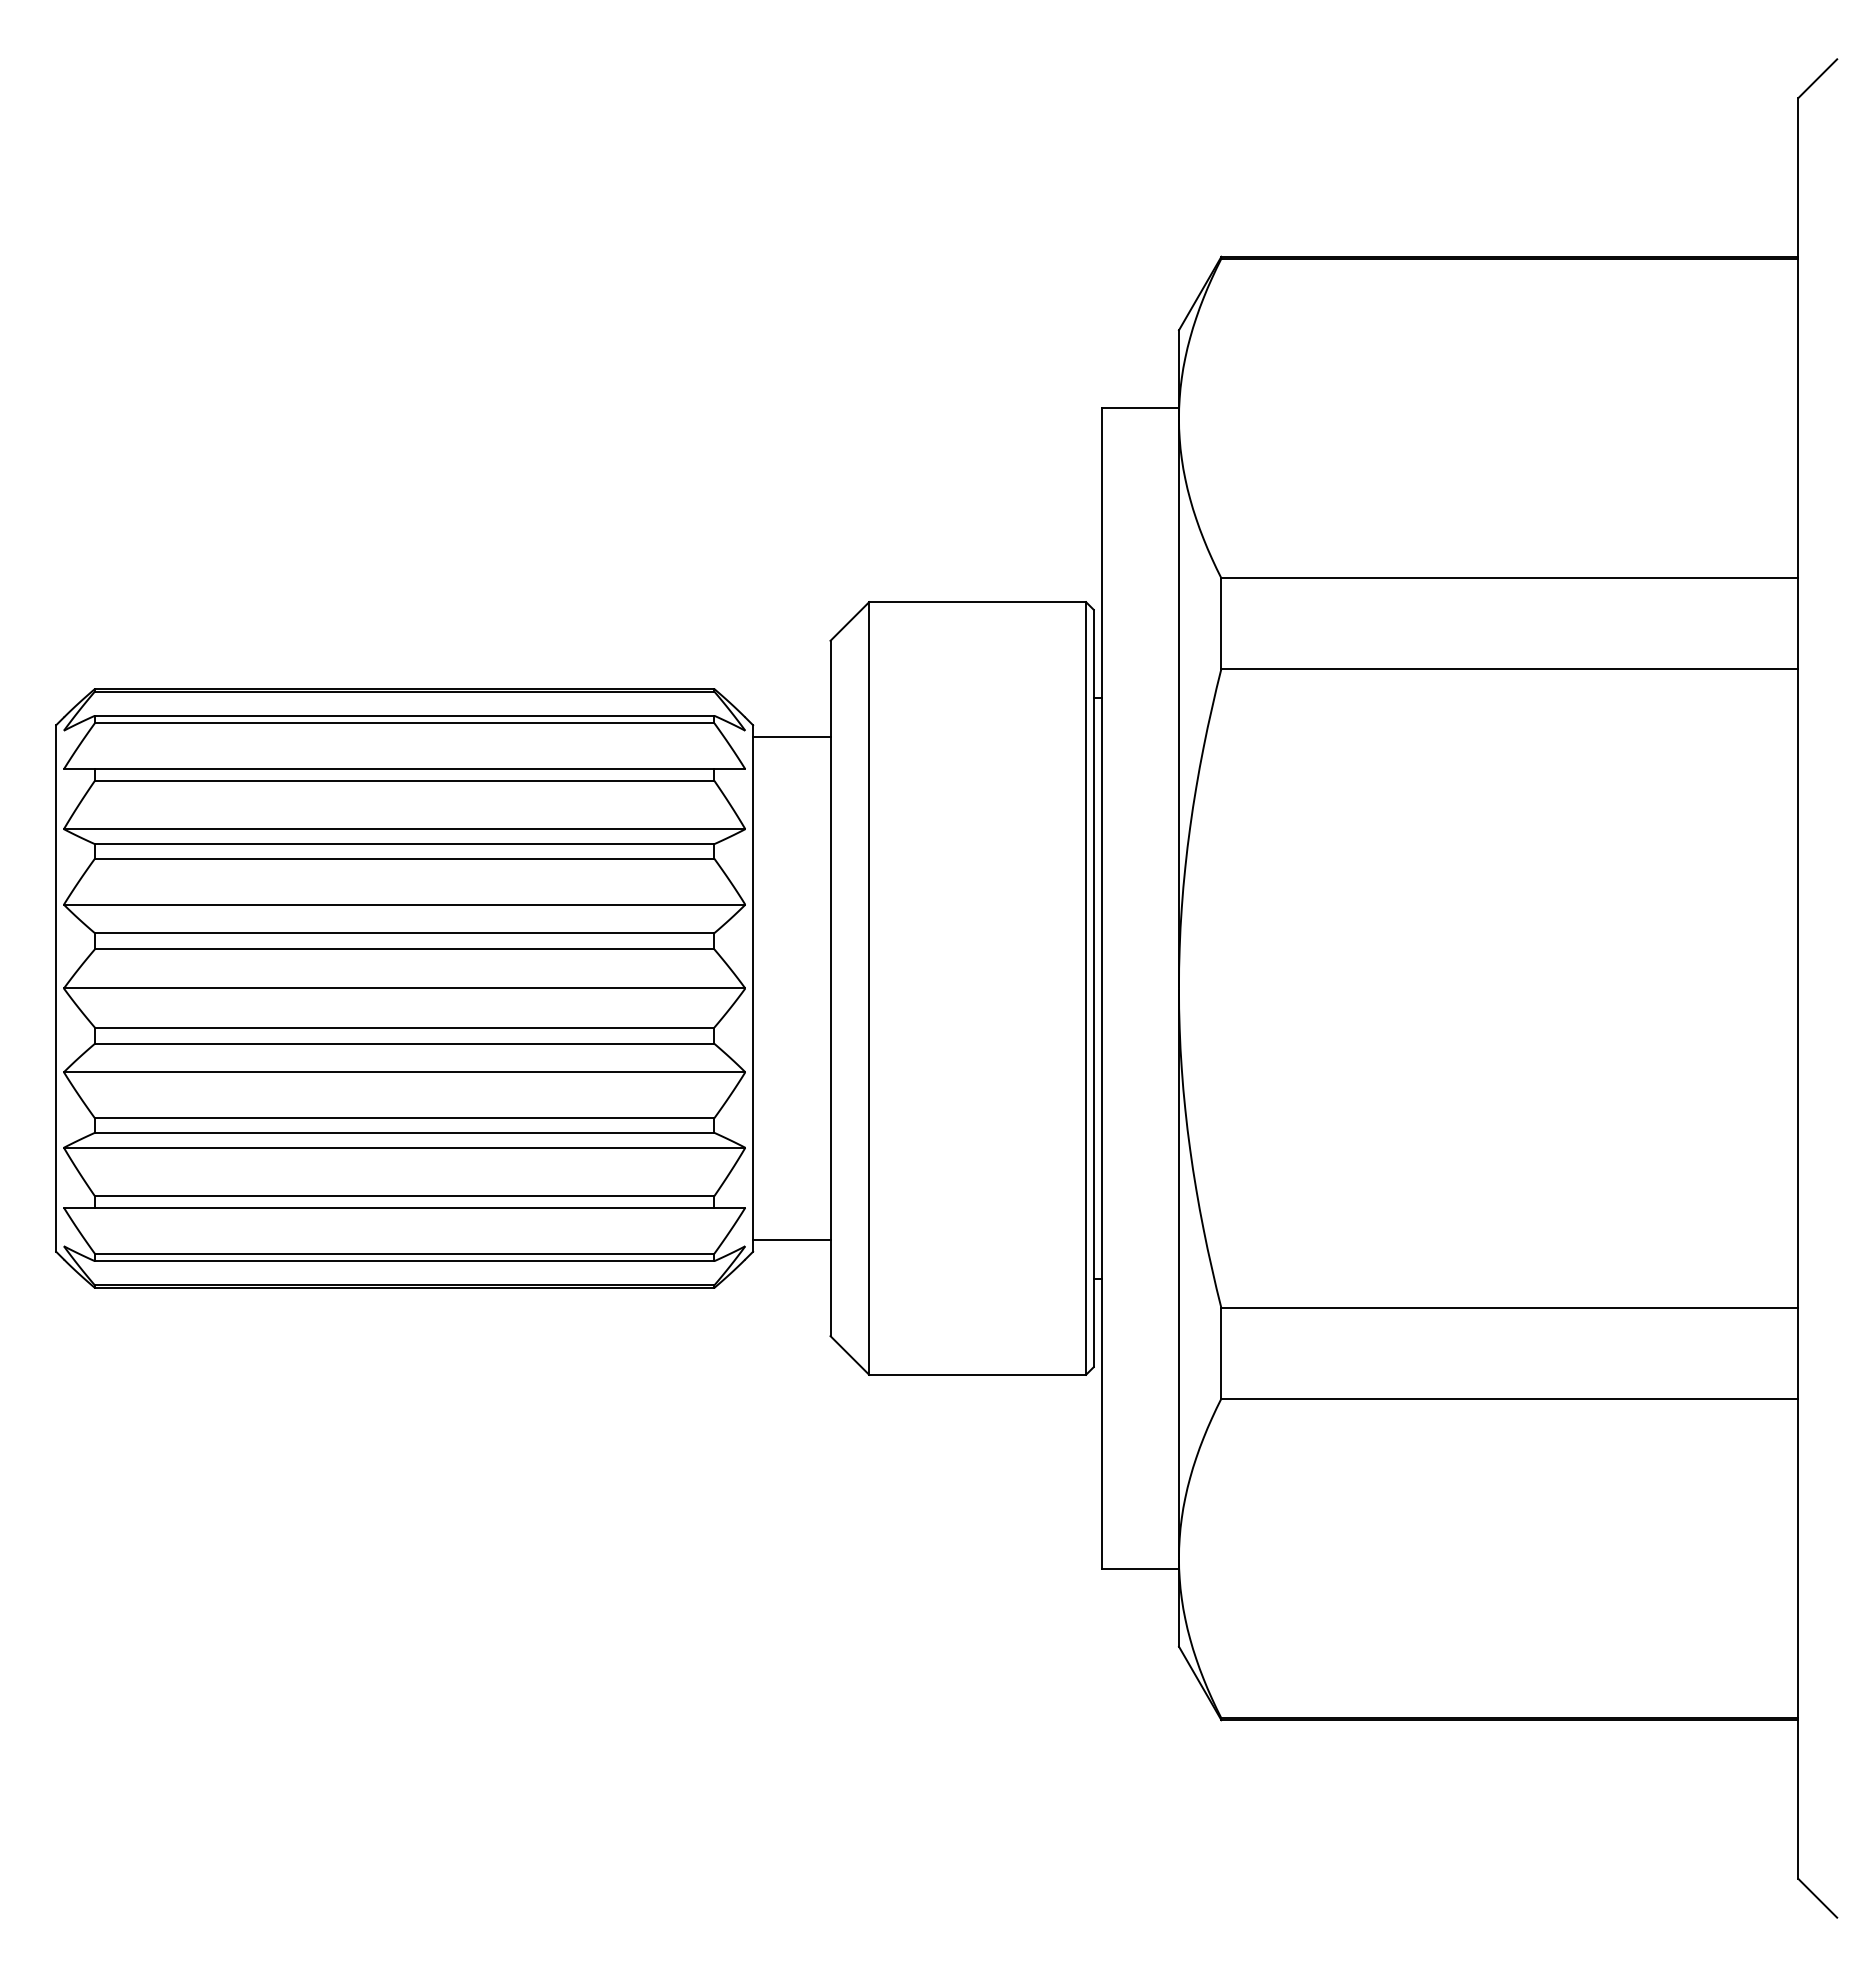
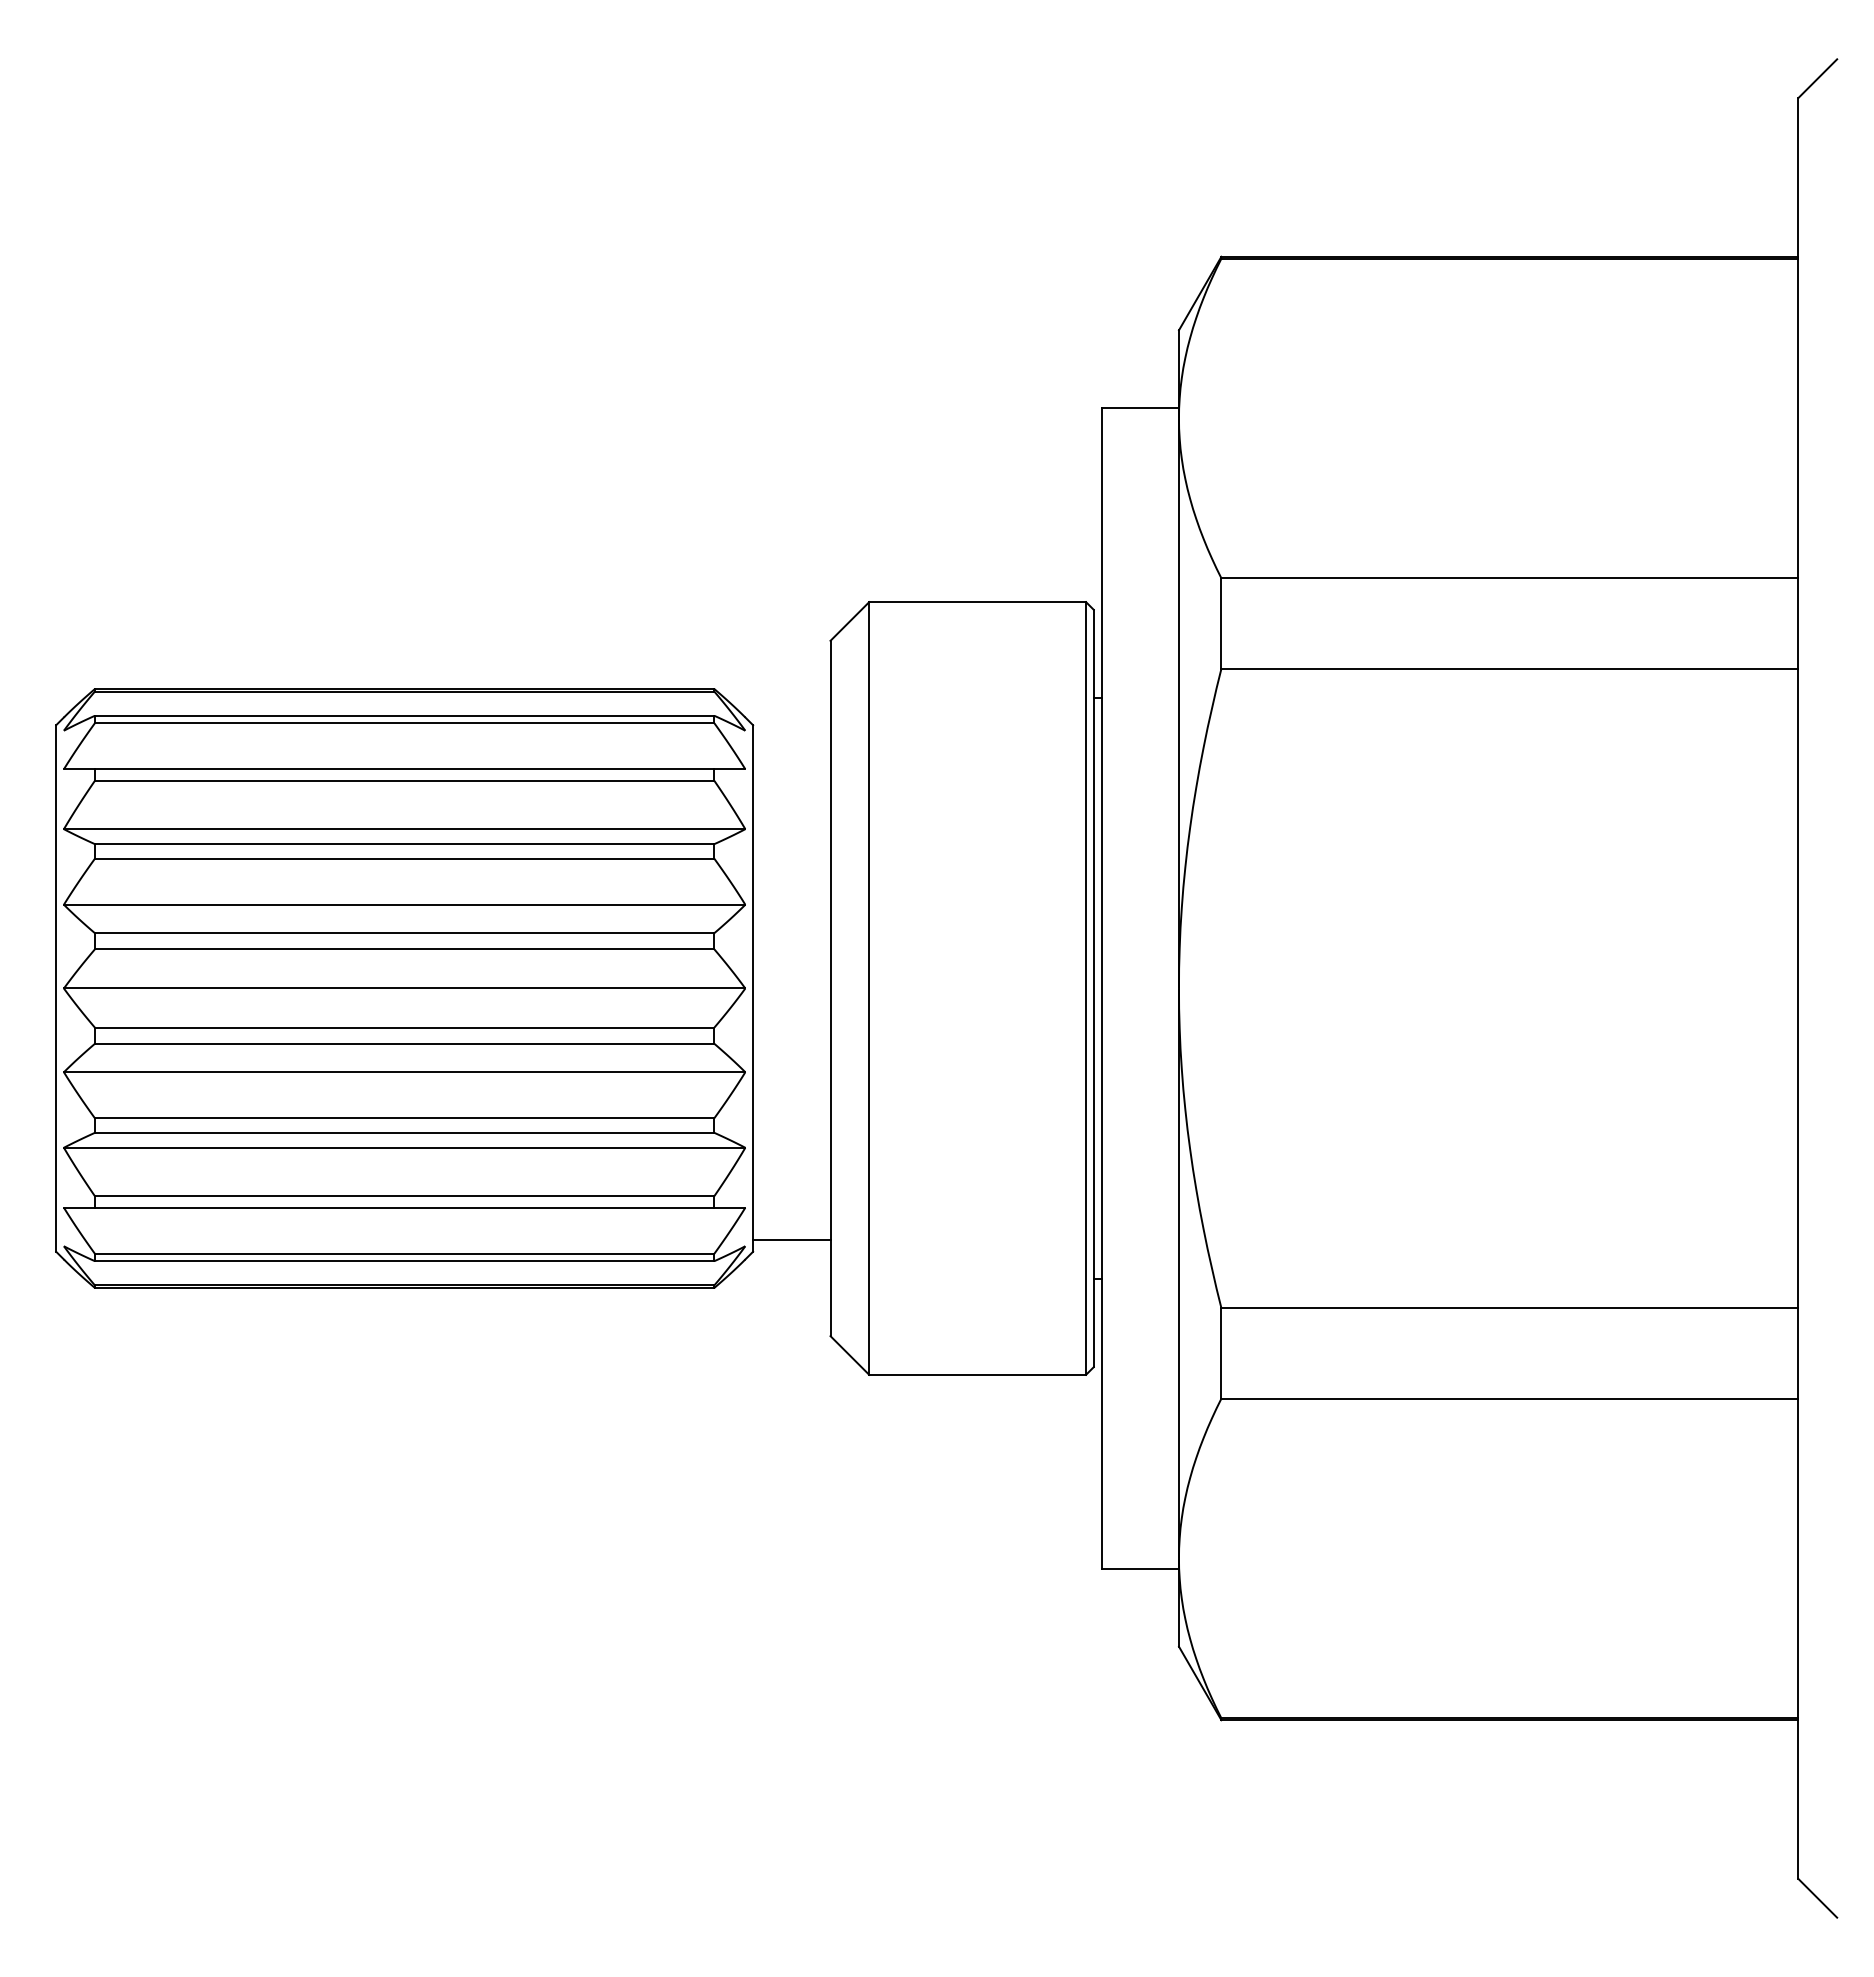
line at (791, 736): present -> none
